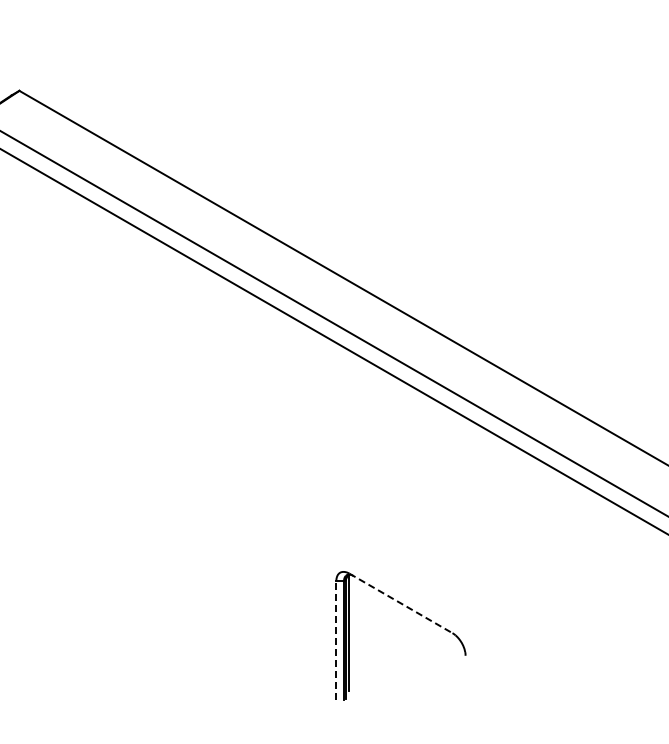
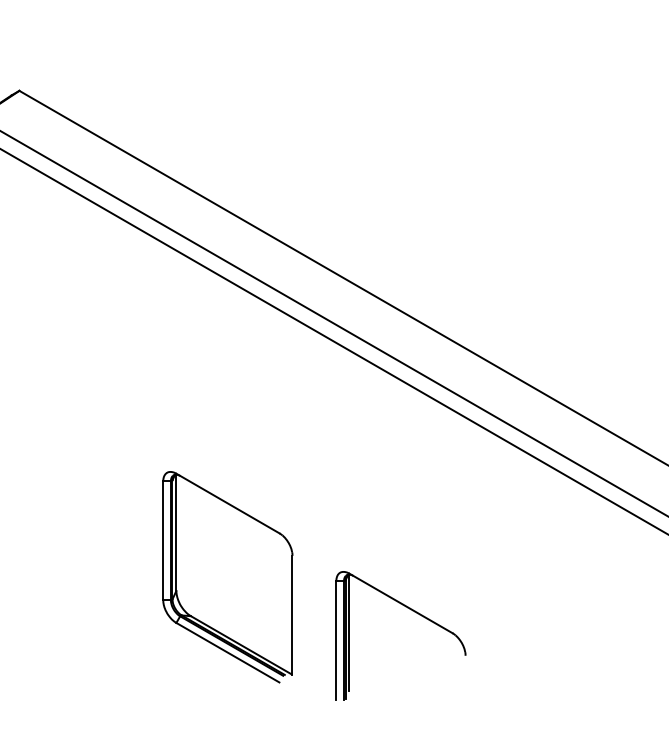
part at (227, 577): none -> present
line at (401, 603): dashed -> solid
line at (336, 640): dashed -> solid
